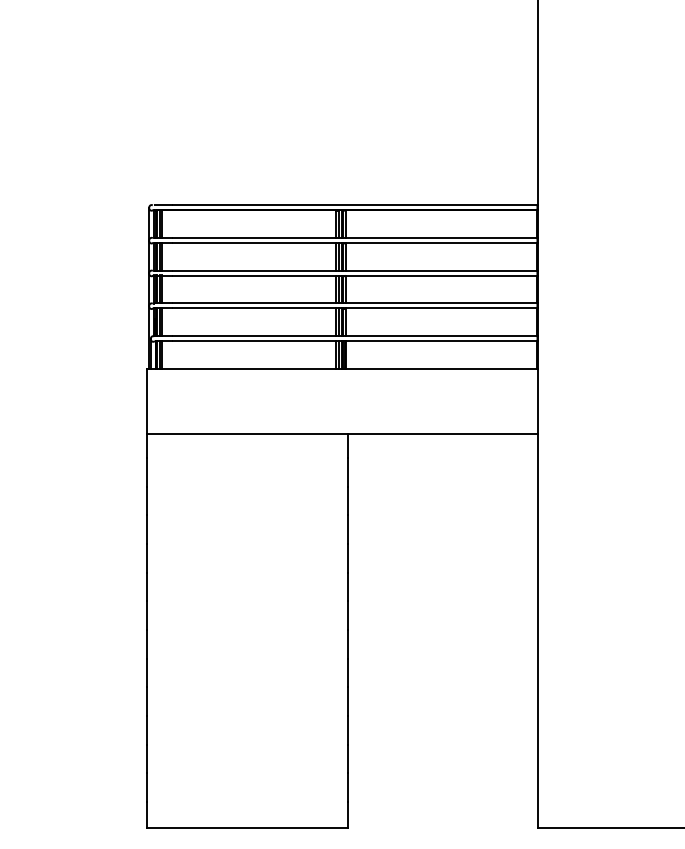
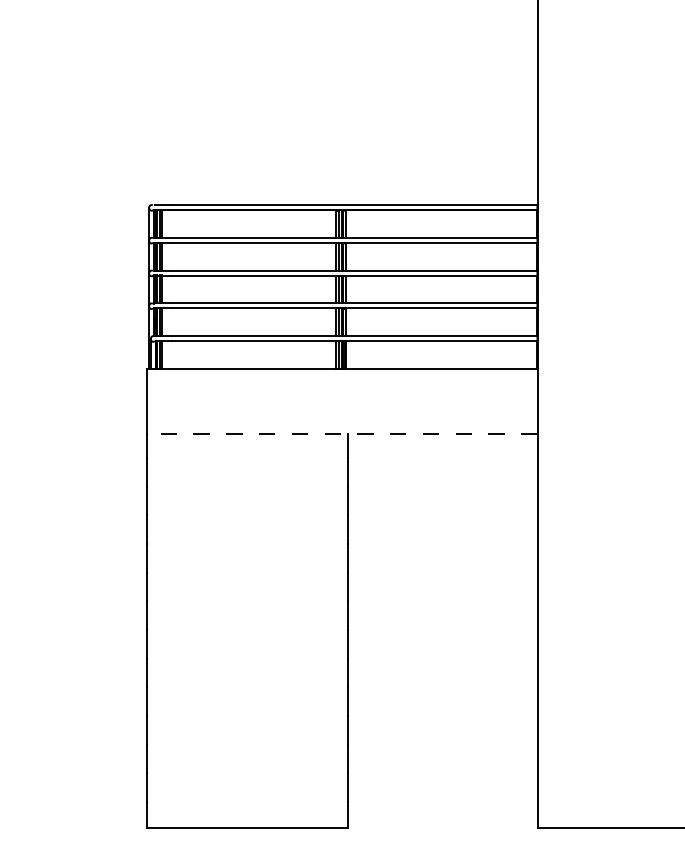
line at (342, 434): solid -> dashed
